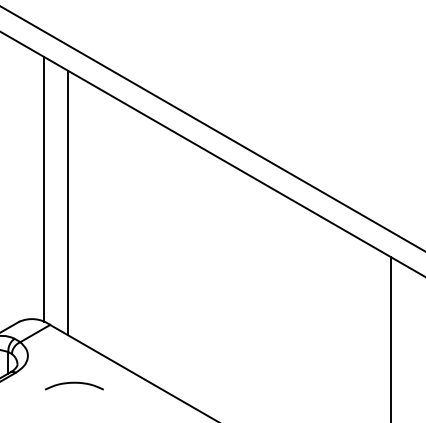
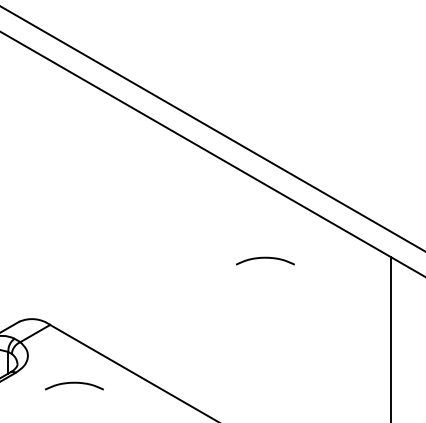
line at (43, 188): present -> none
line at (67, 202): present -> none
curve at (265, 258): none -> present
